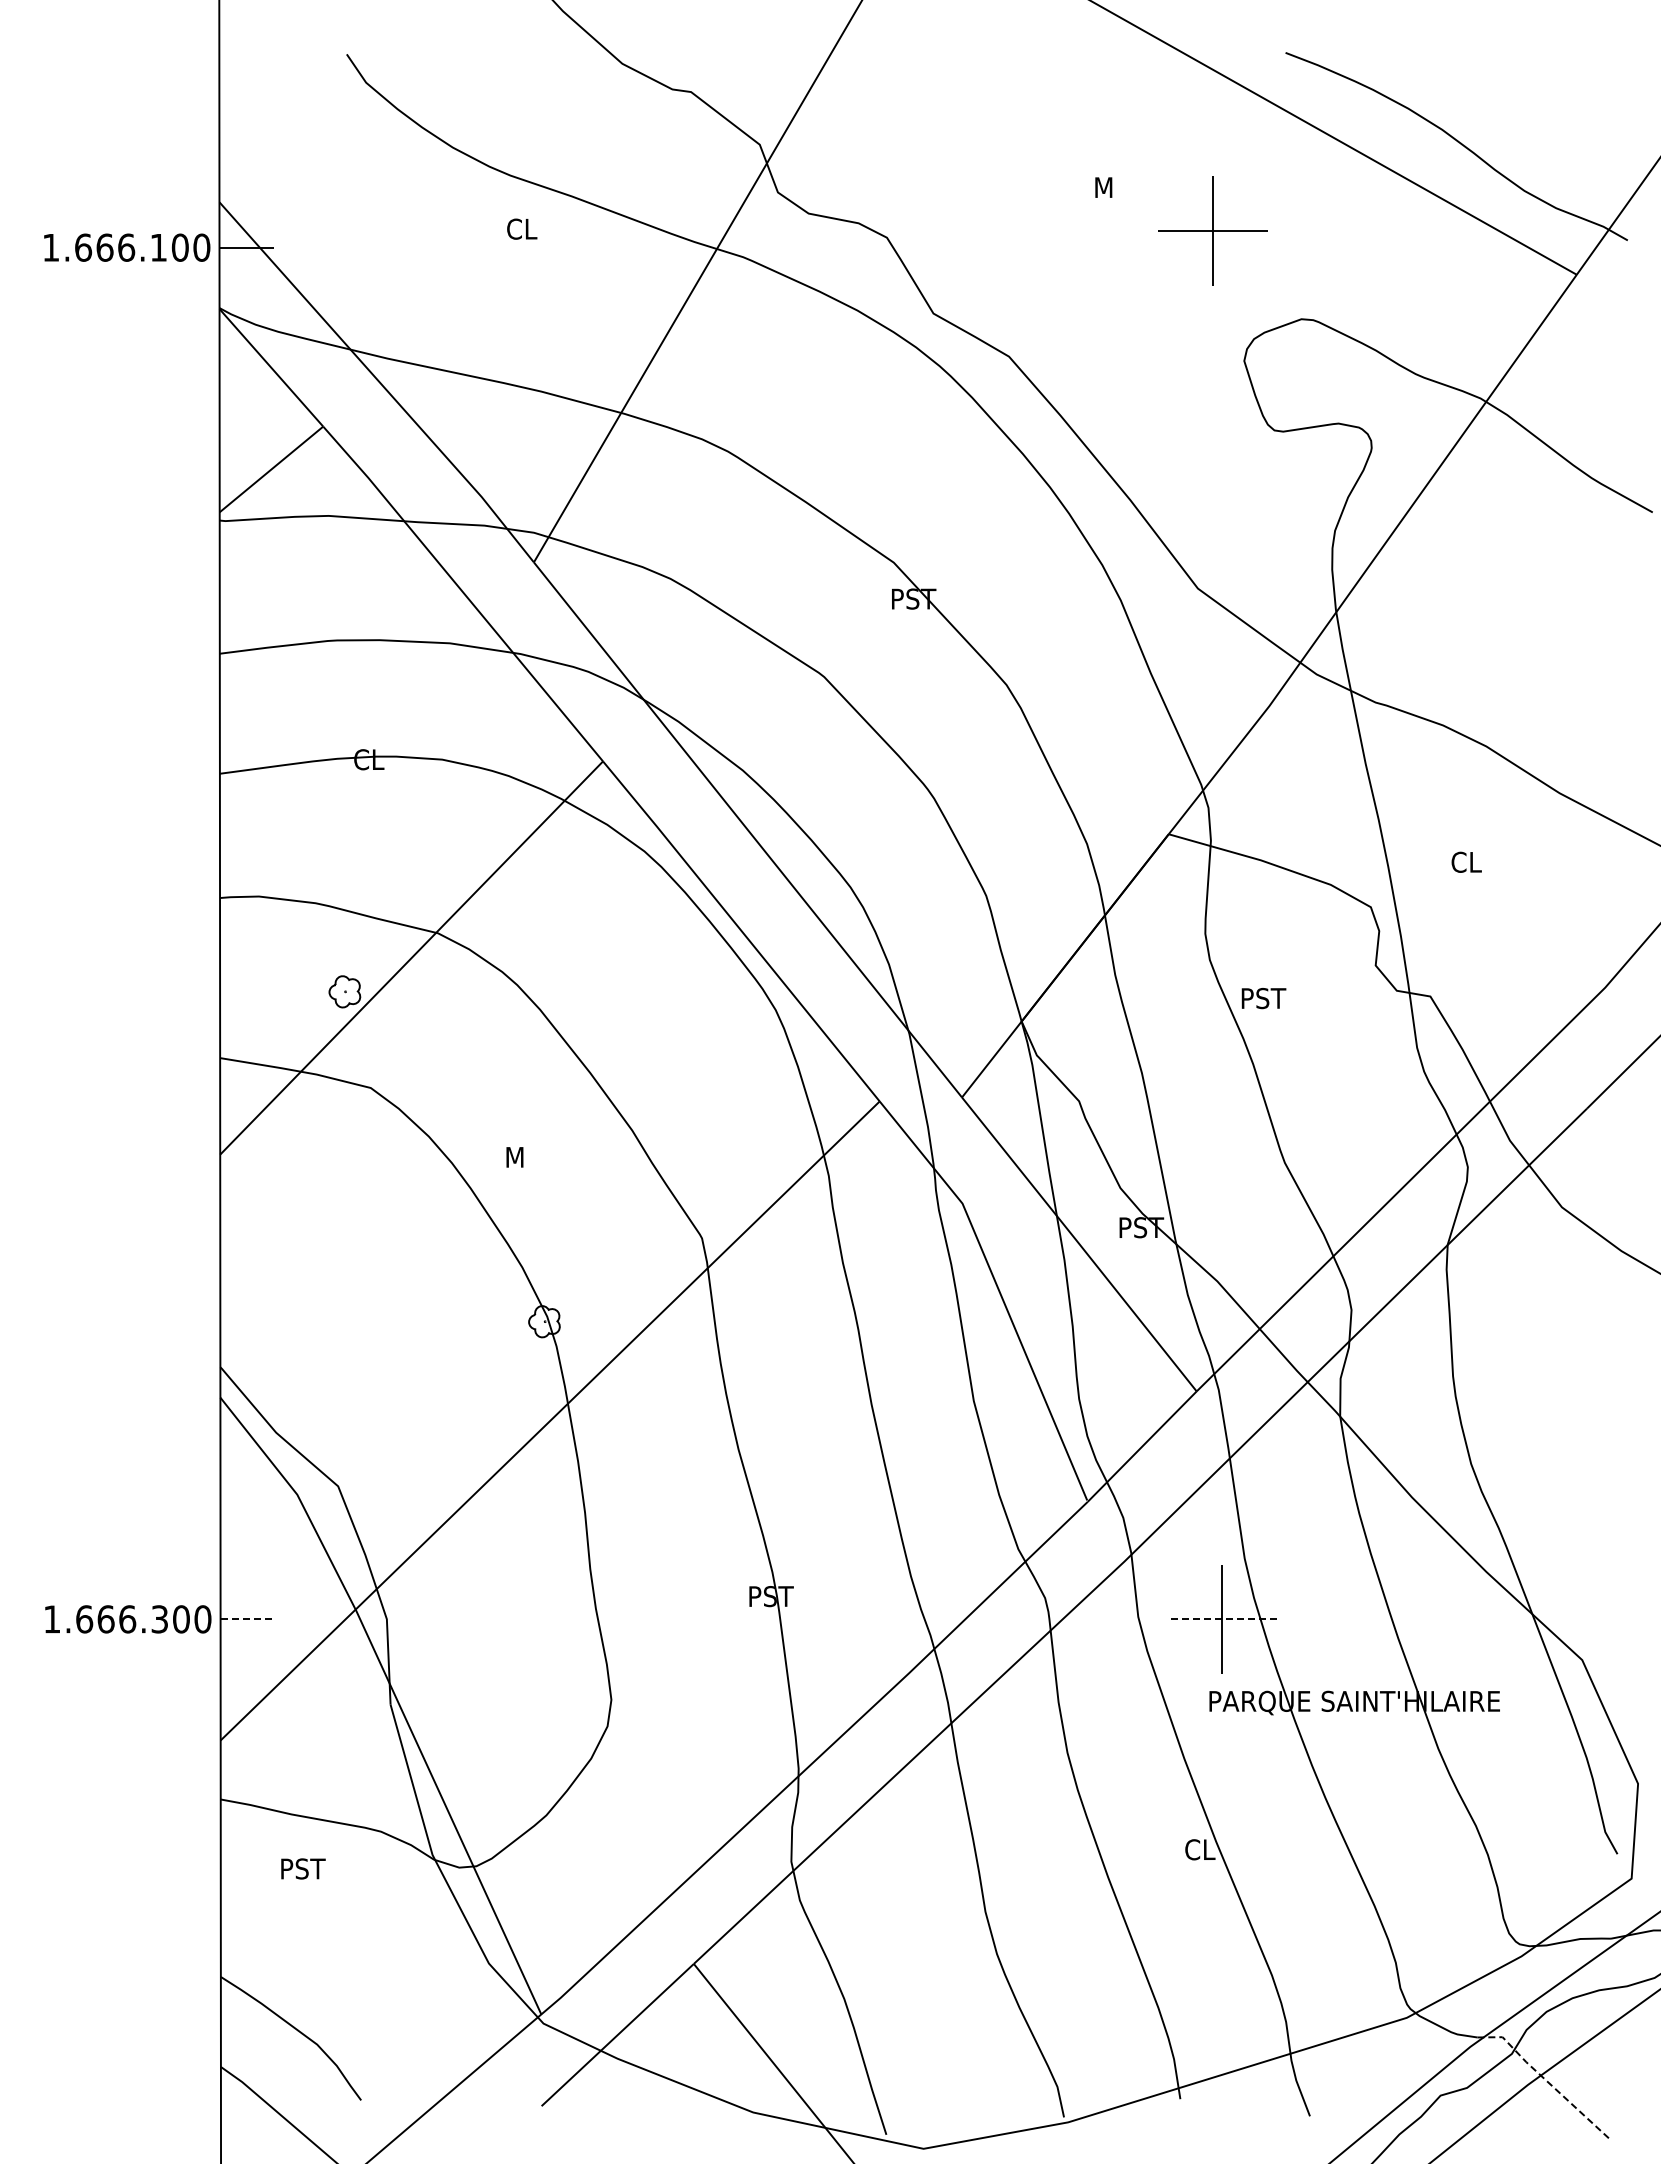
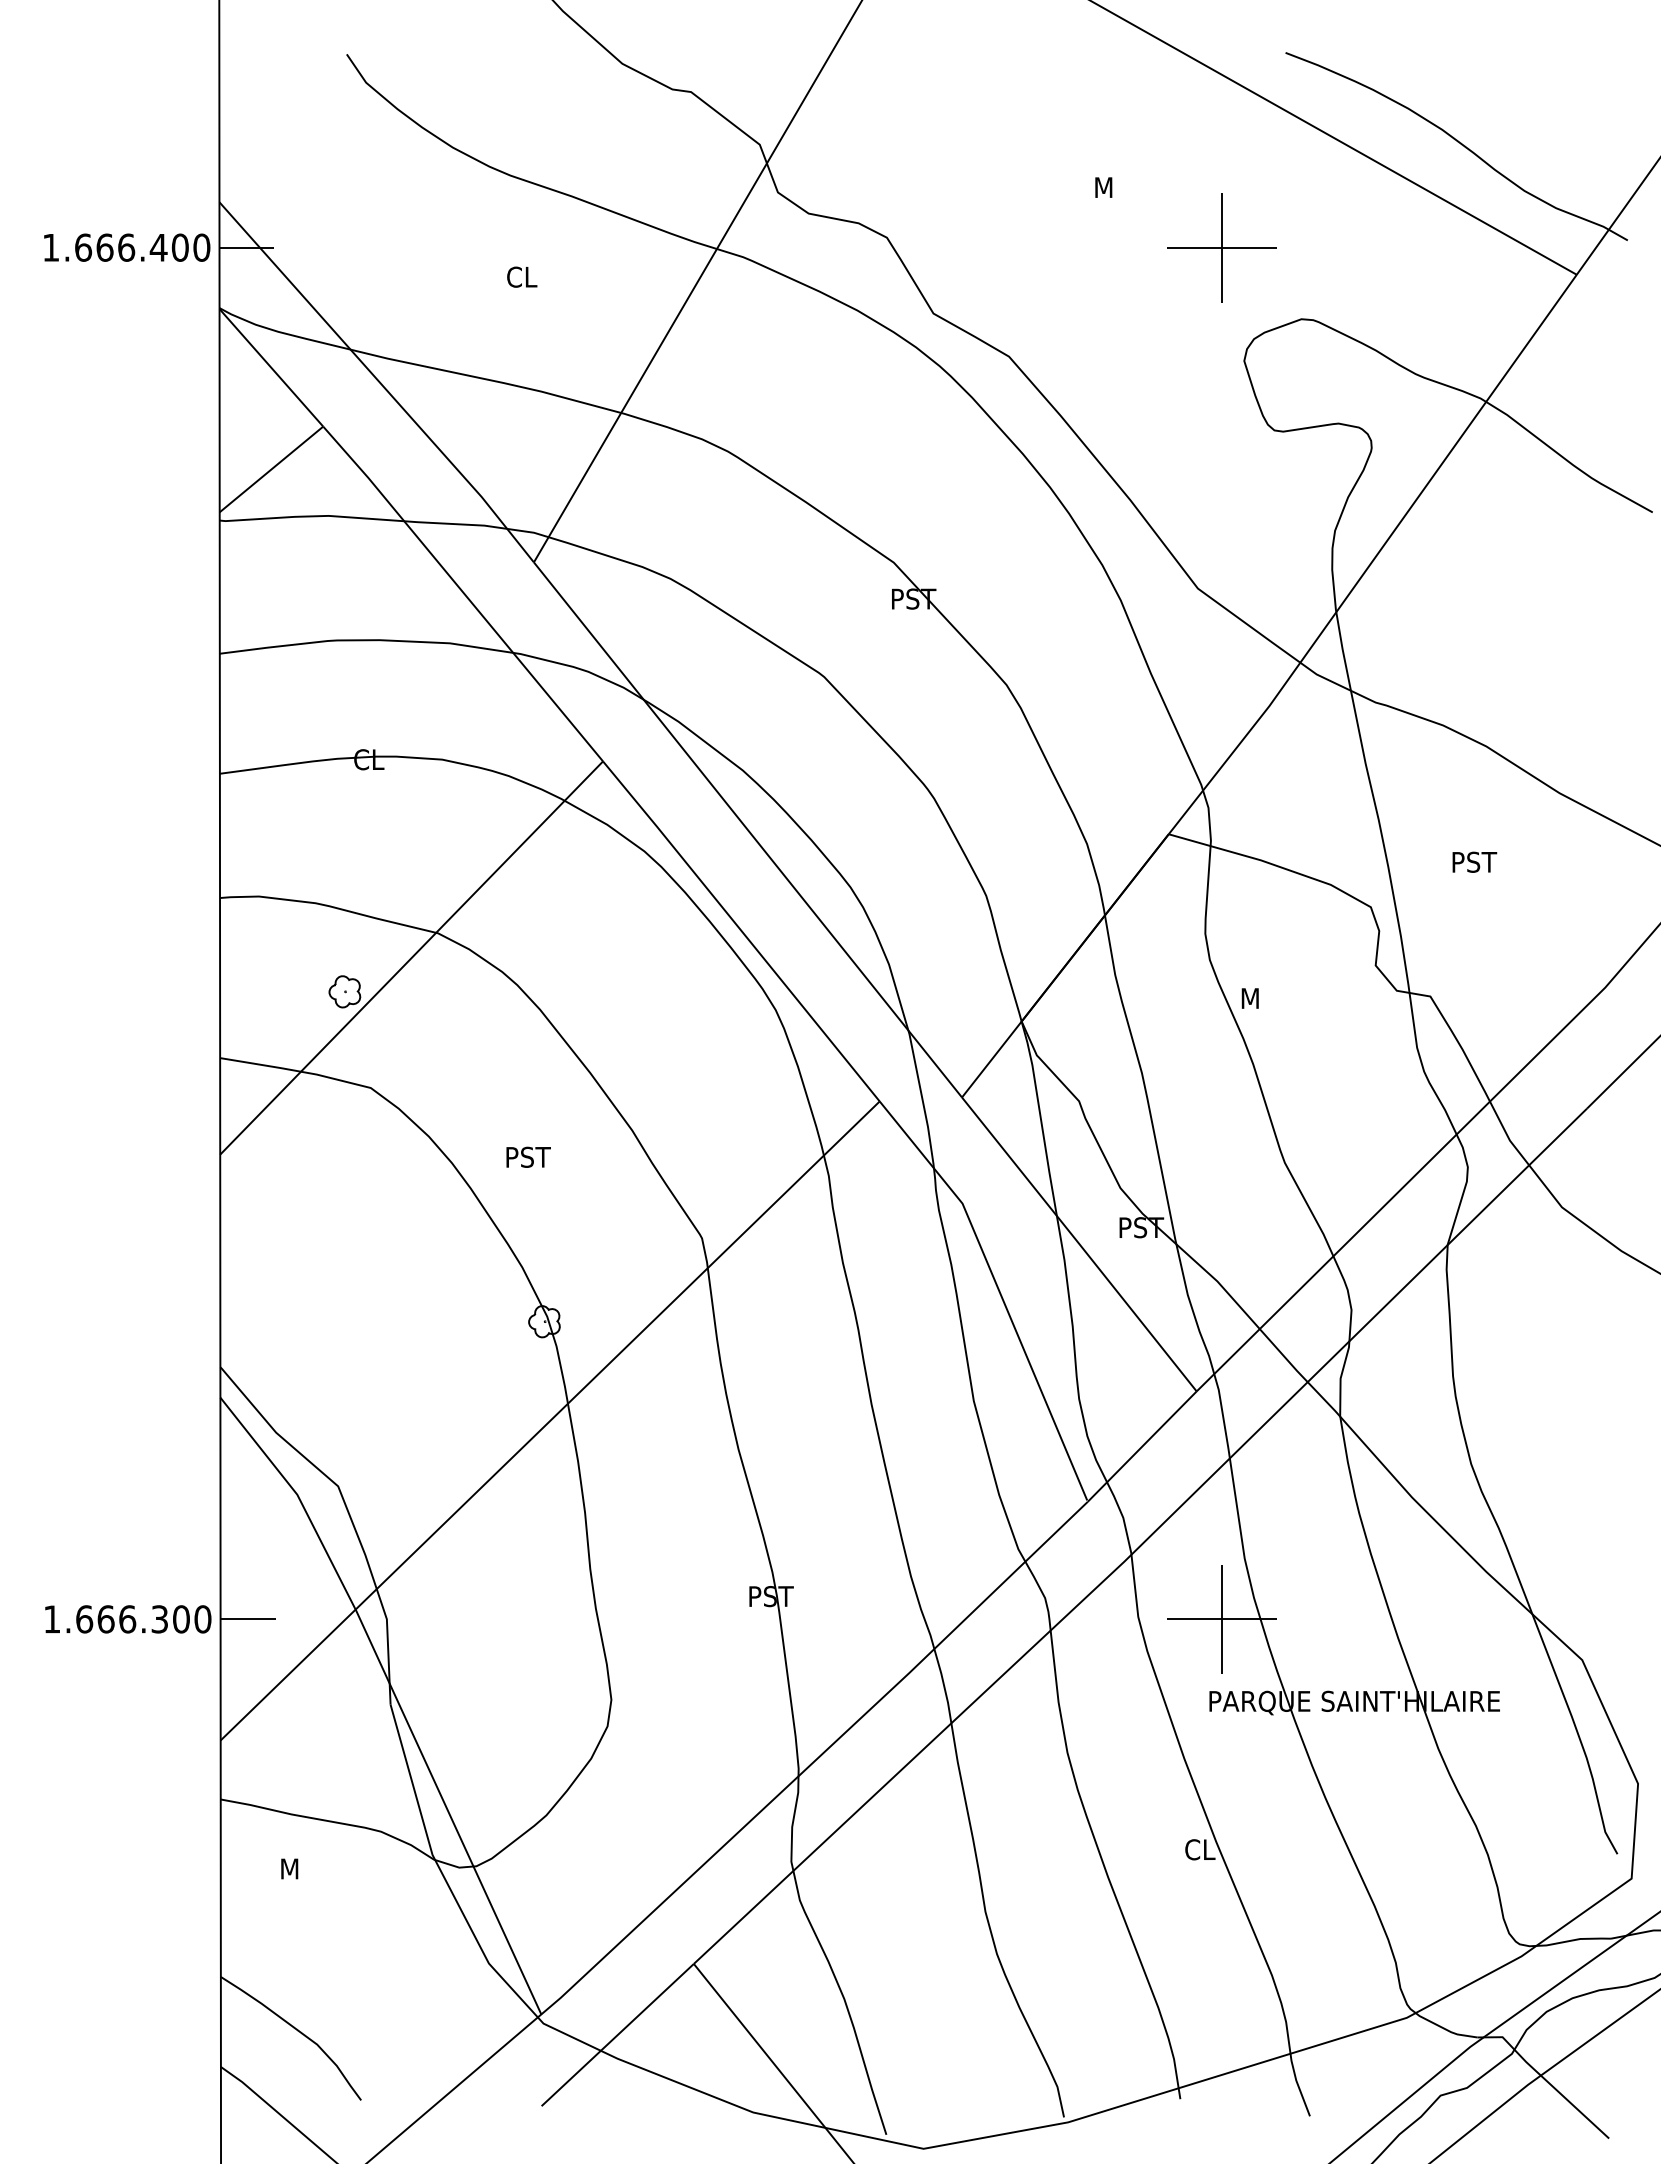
text at (522, 228) position: (522, 228) -> (522, 276)
part at (1212, 230) position: (1212, 230) -> (1221, 247)
text at (158, 247): 1.666.100 -> 1.666.400
text at (1474, 861): CL -> PST
text at (1265, 998): PST -> M
text at (529, 1156): M -> PST
line at (248, 1619): dashed -> solid
line at (1222, 1619): dashed -> solid
text at (304, 1868): PST -> M
line at (1544, 2079): dashed -> solid
